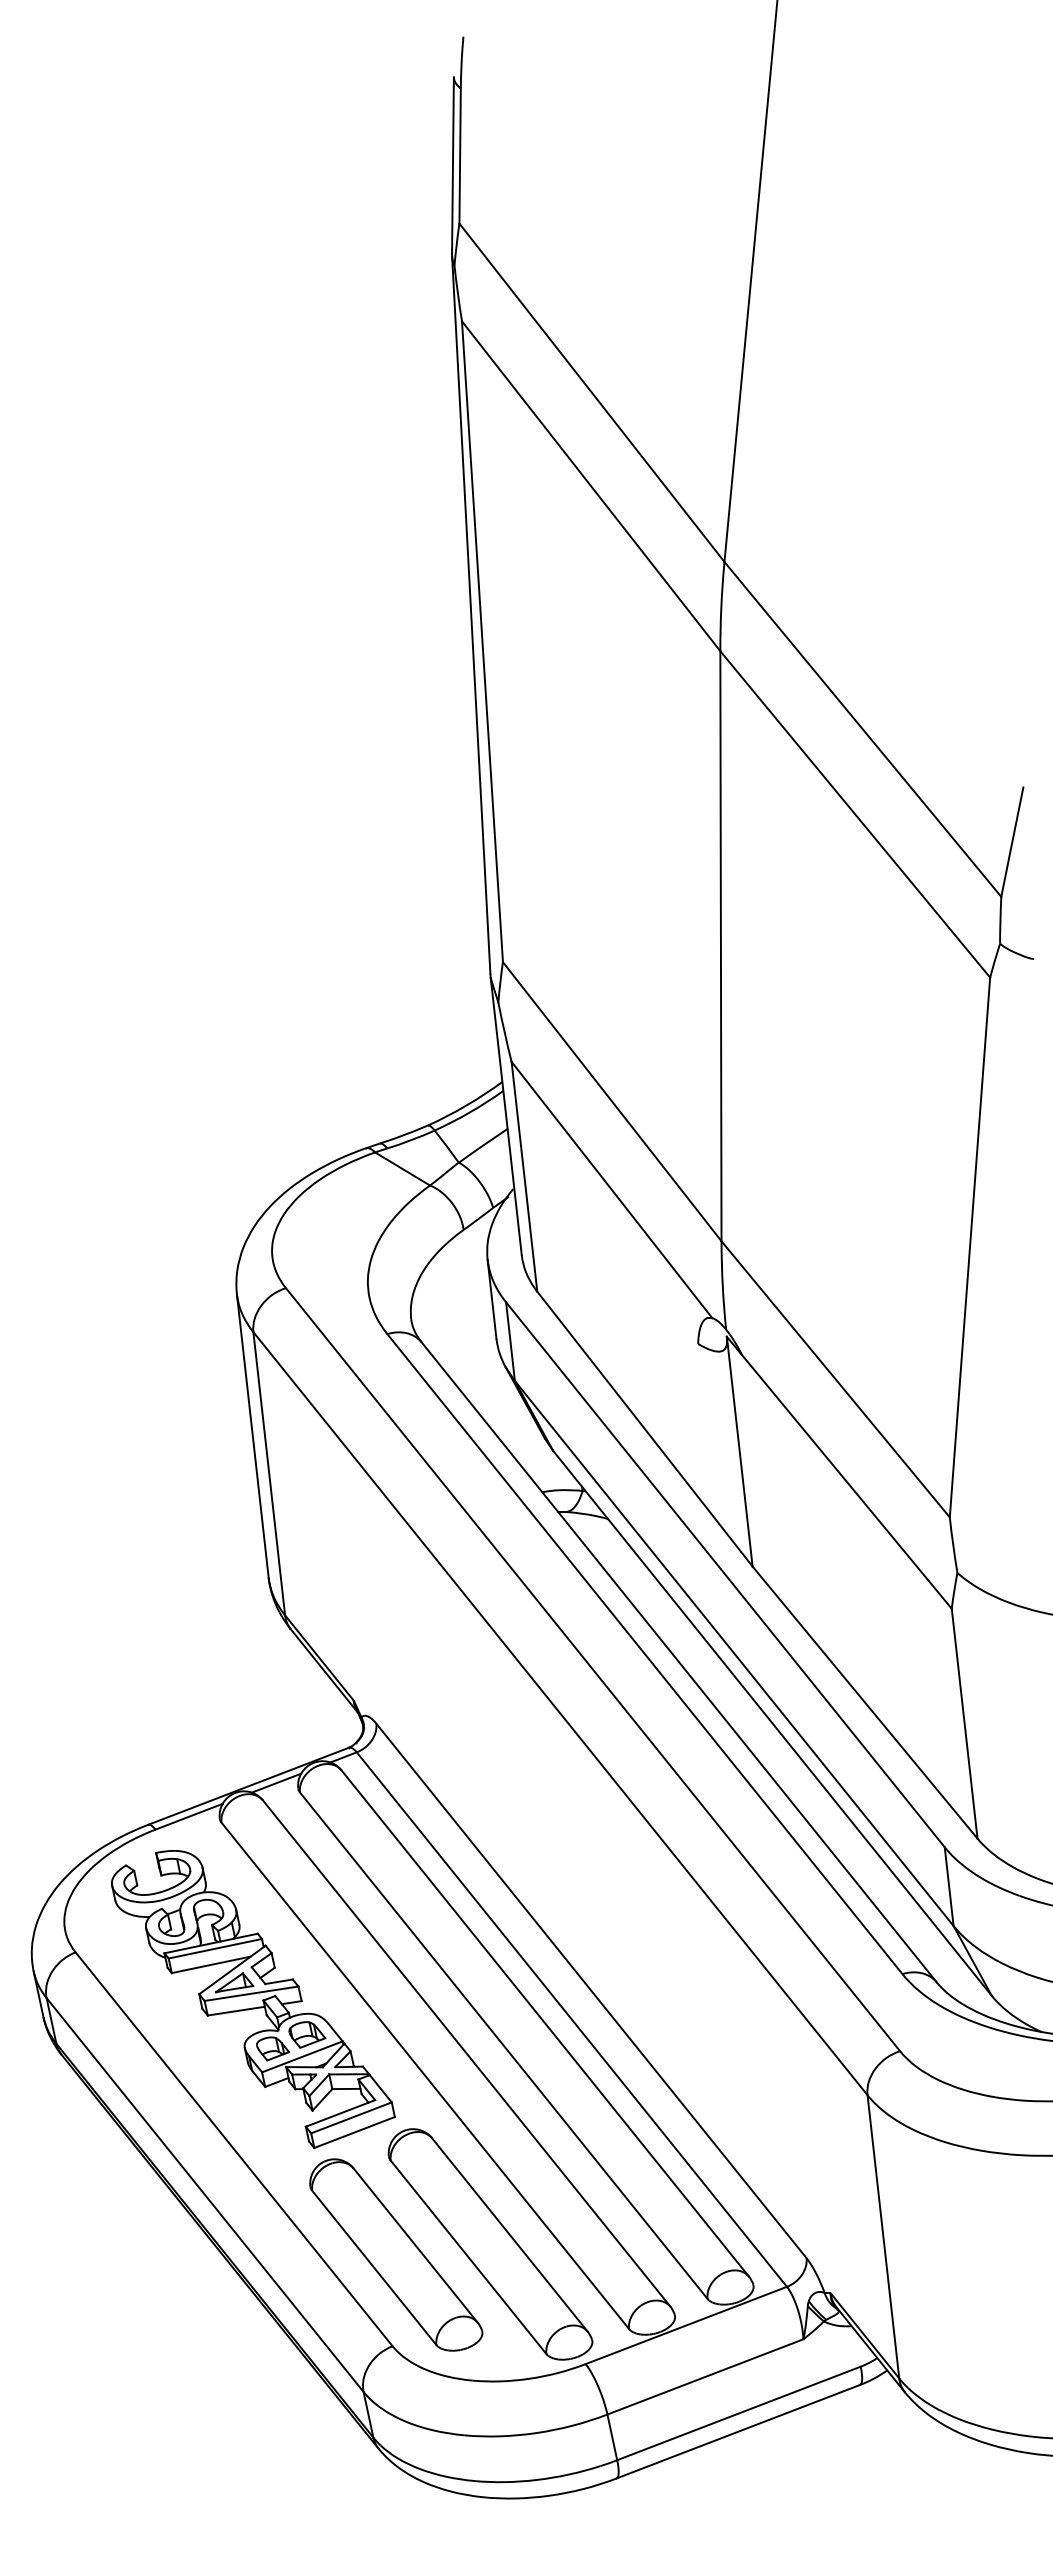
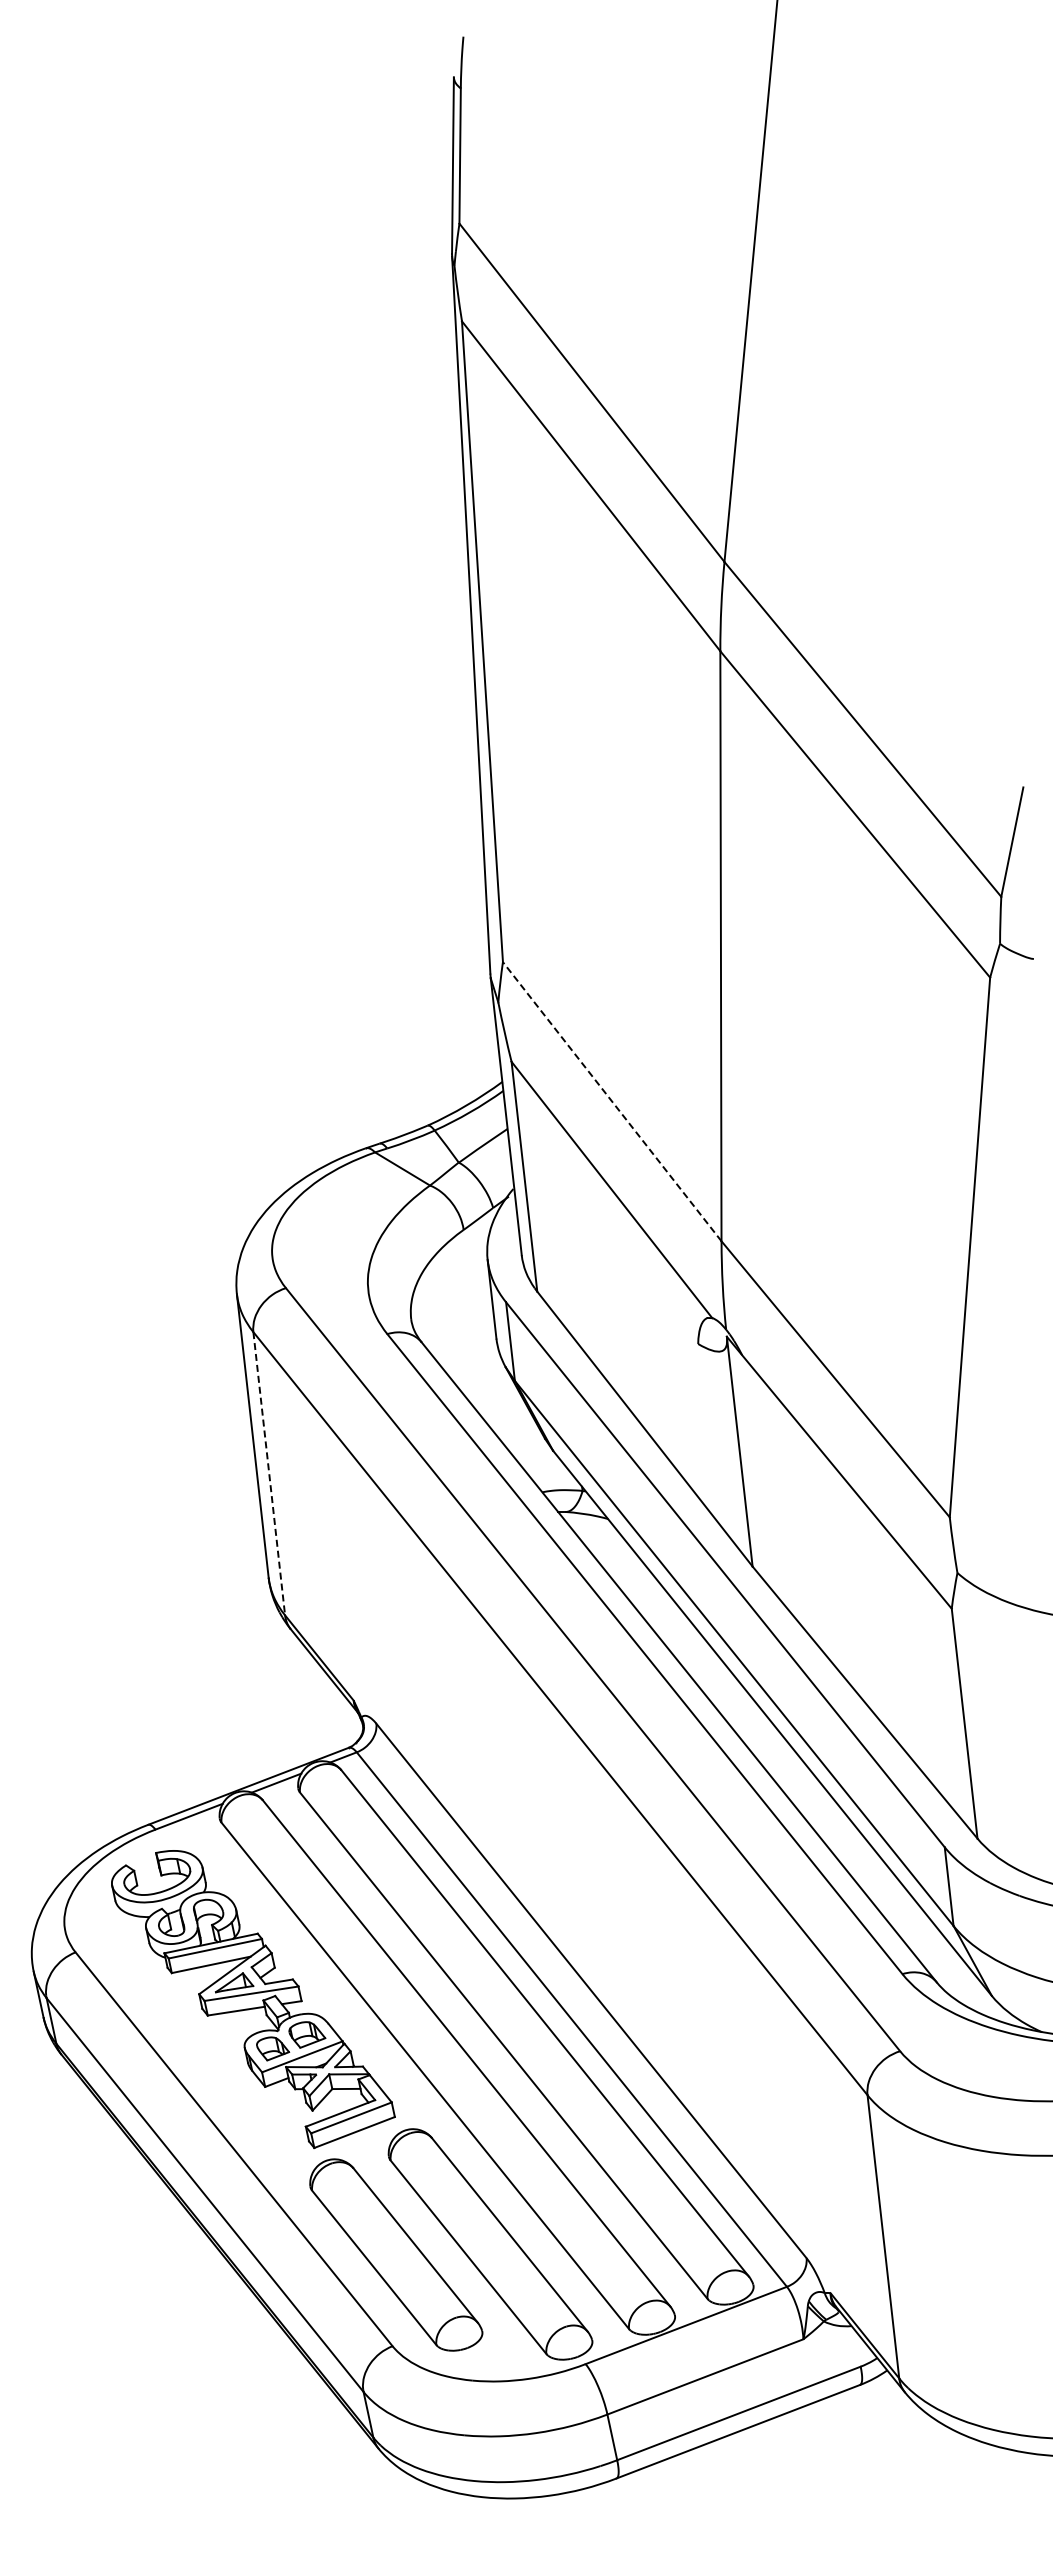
line at (611, 1101): solid -> dashed
line at (269, 1474): solid -> dashed
